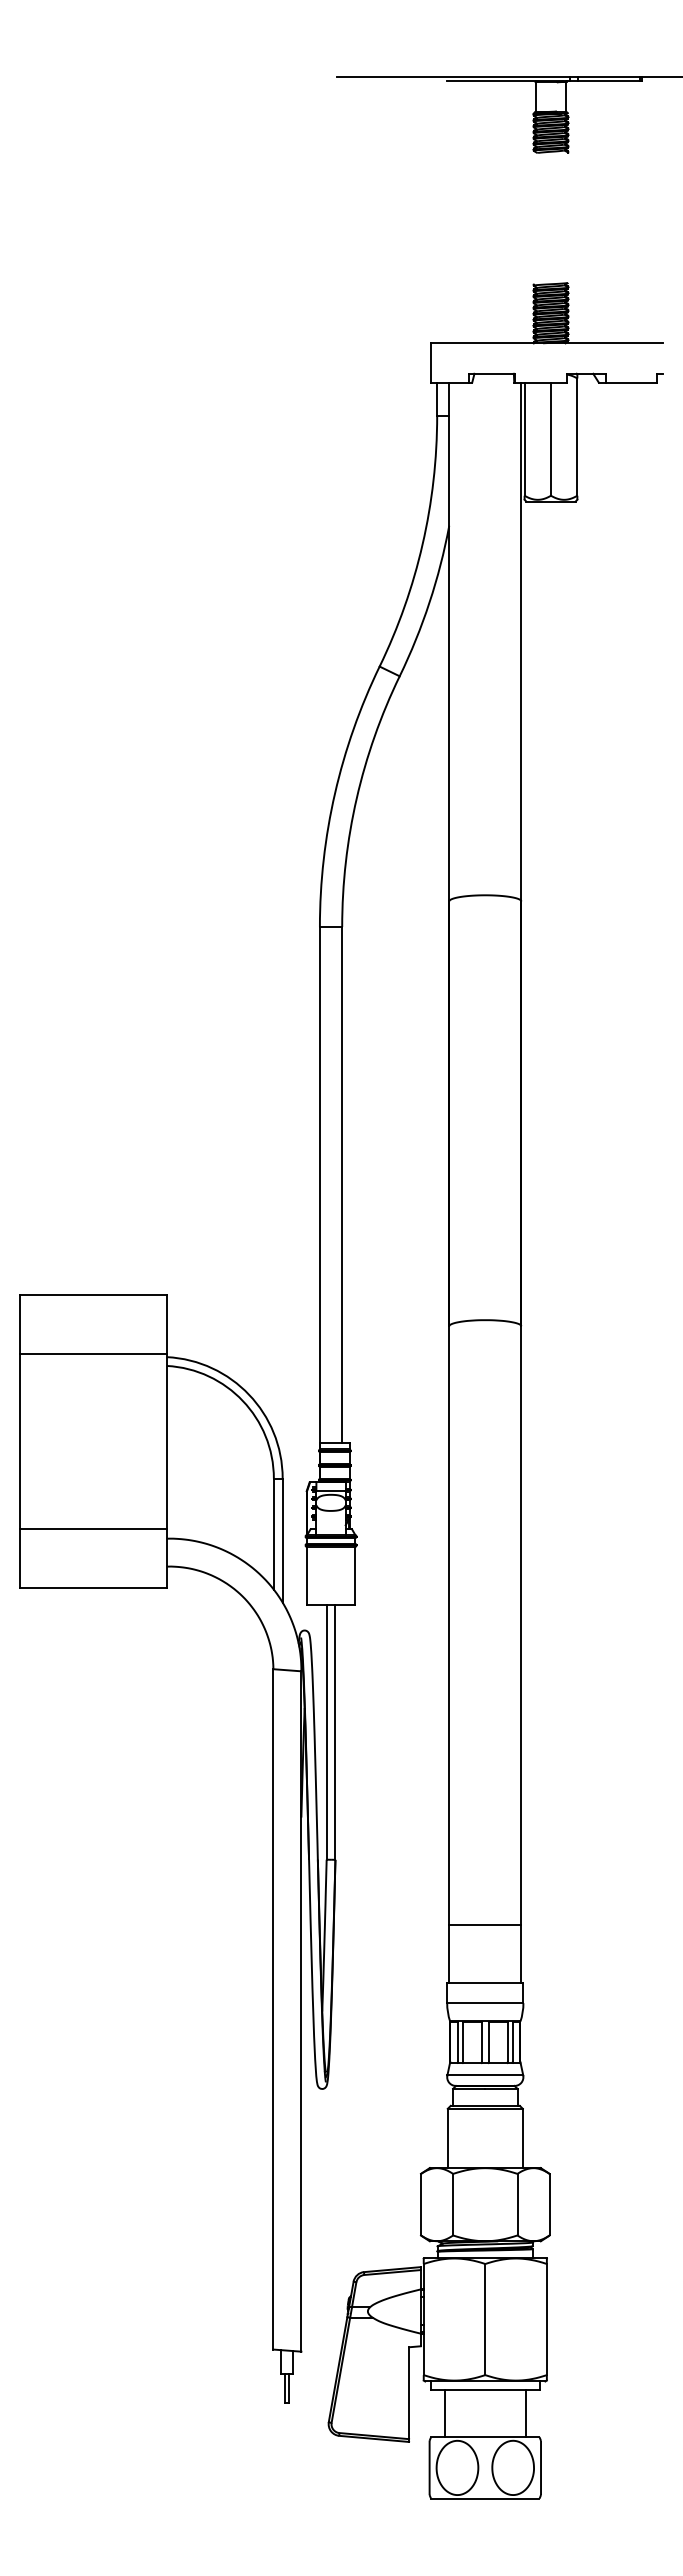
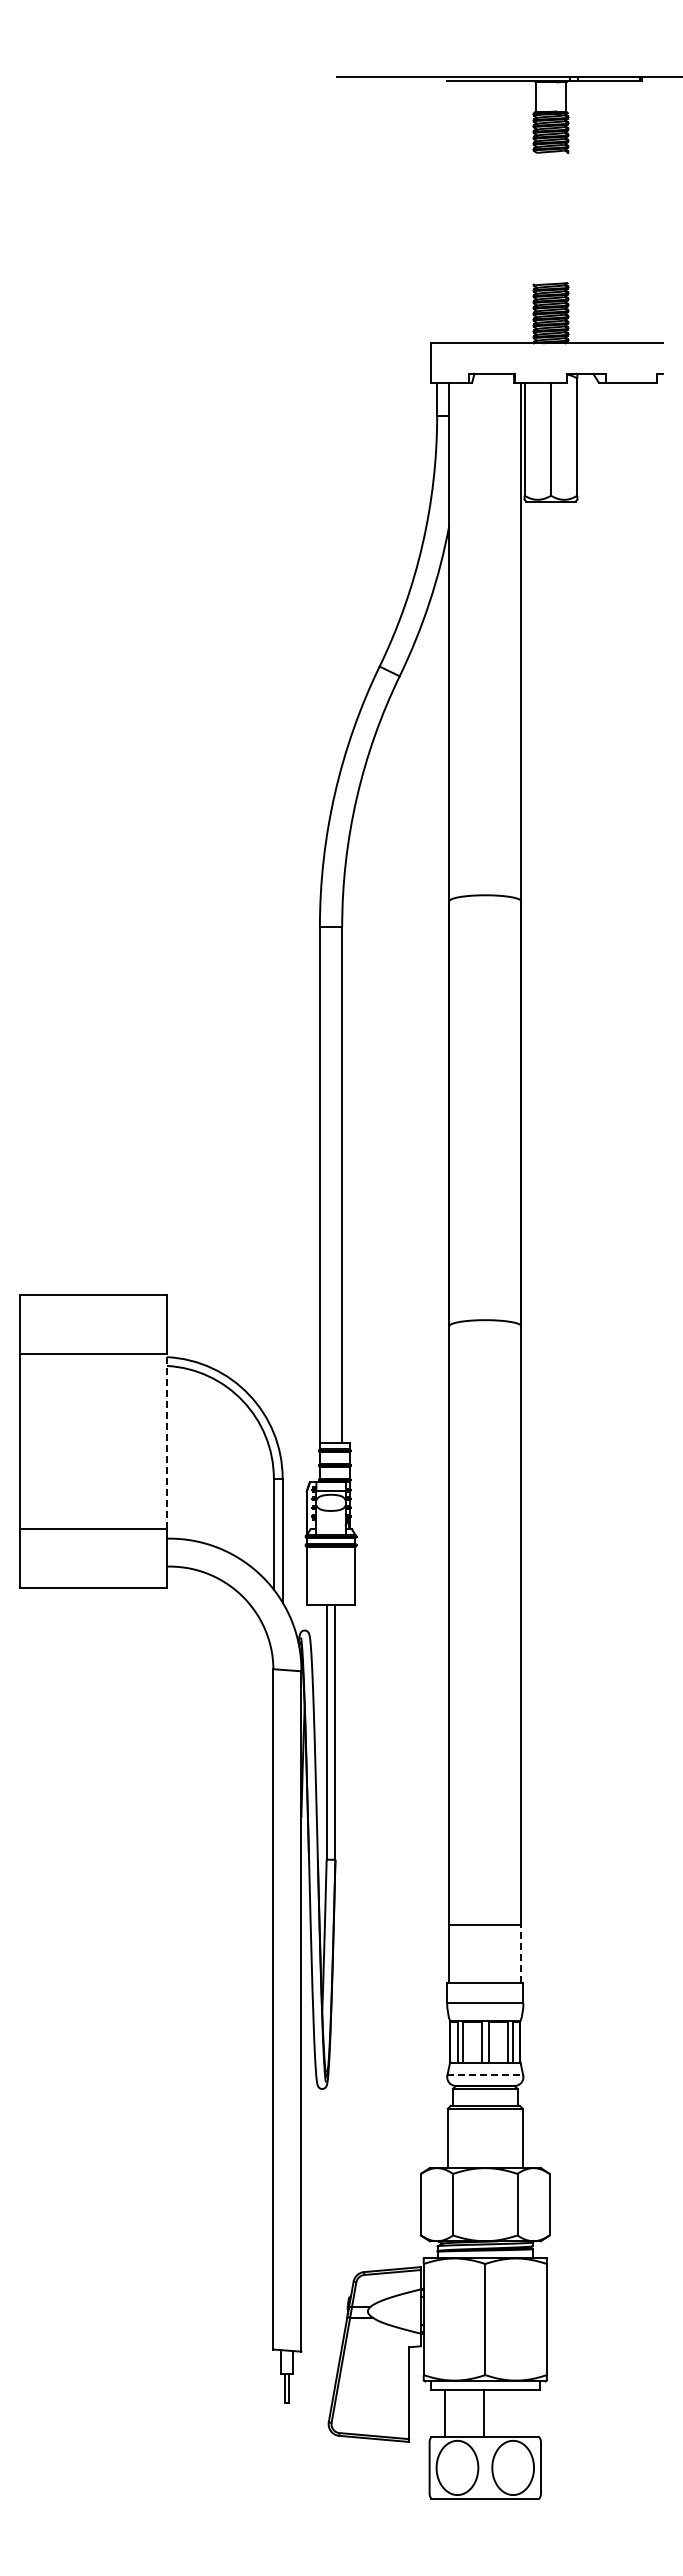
line at (166, 1441): solid -> dashed
line at (521, 1953): solid -> dashed
line at (485, 2075): solid -> dashed
line at (526, 2413) position: (526, 2413) -> (484, 2413)
